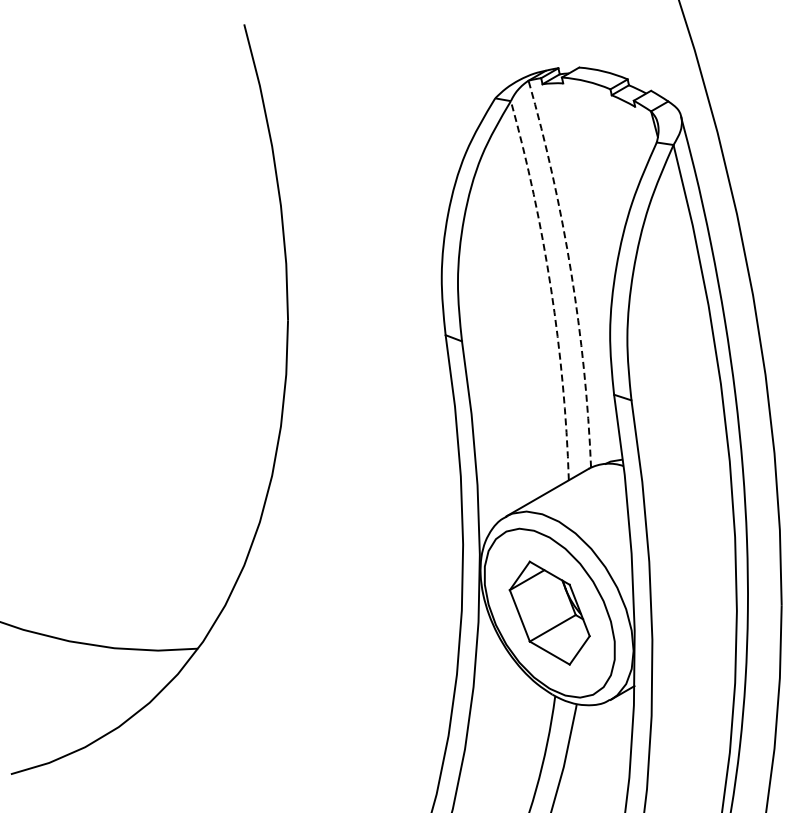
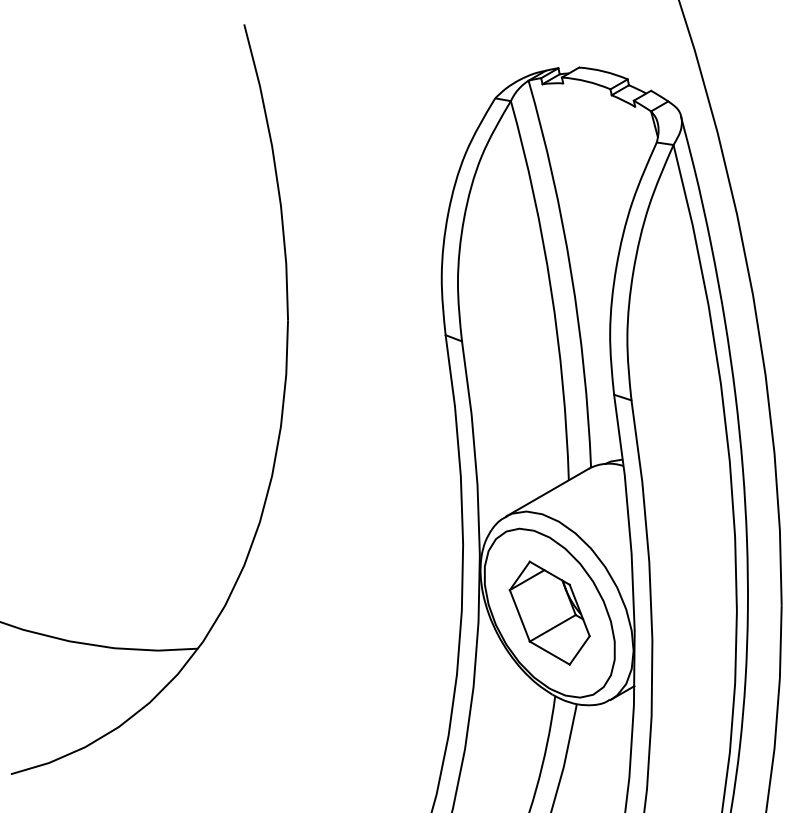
arc at (571, 272): dashed -> solid
arc at (551, 289): dashed -> solid
